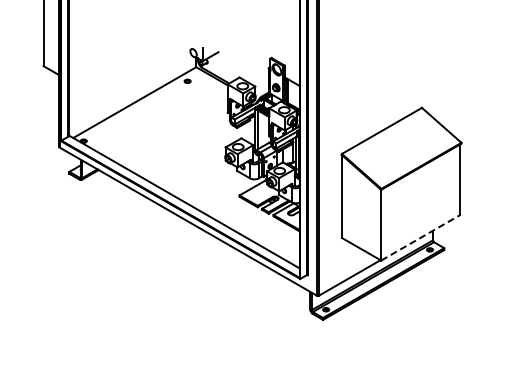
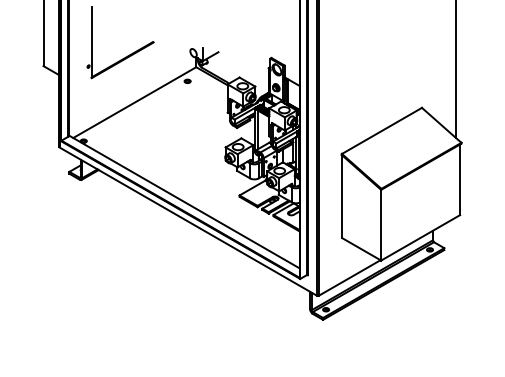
part at (127, 55): none -> present
line at (456, 70): none -> present
line at (420, 237): dashed -> solid
